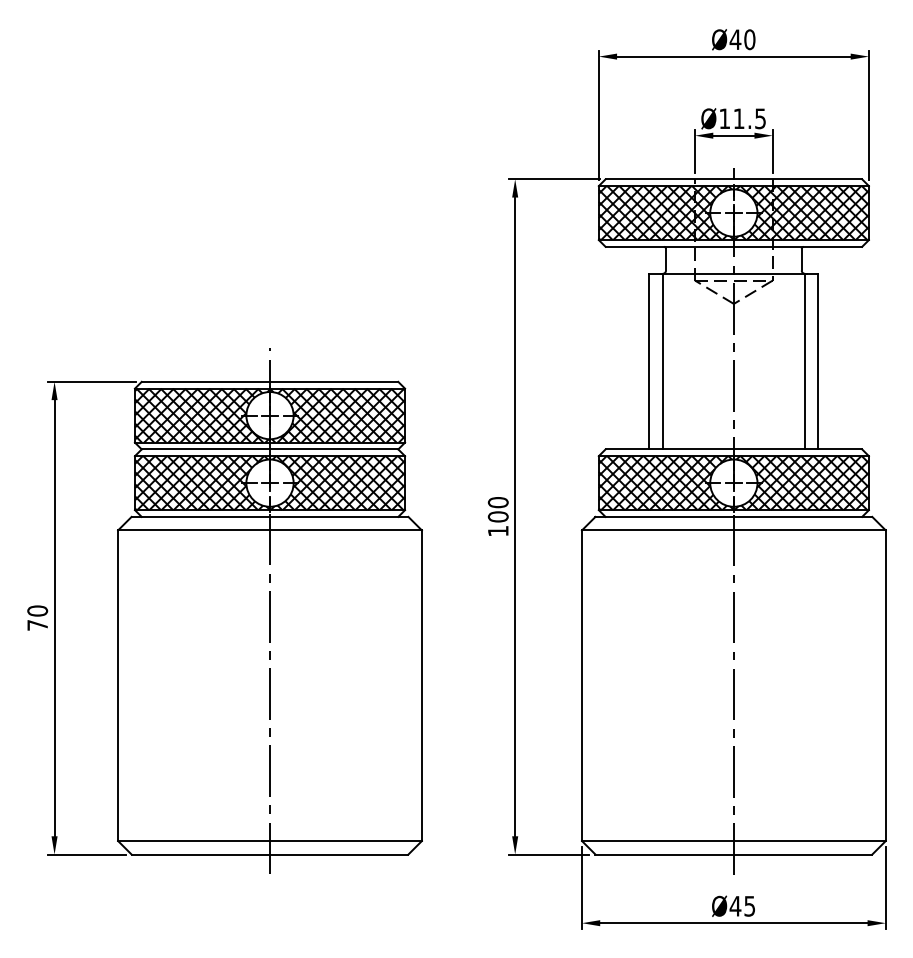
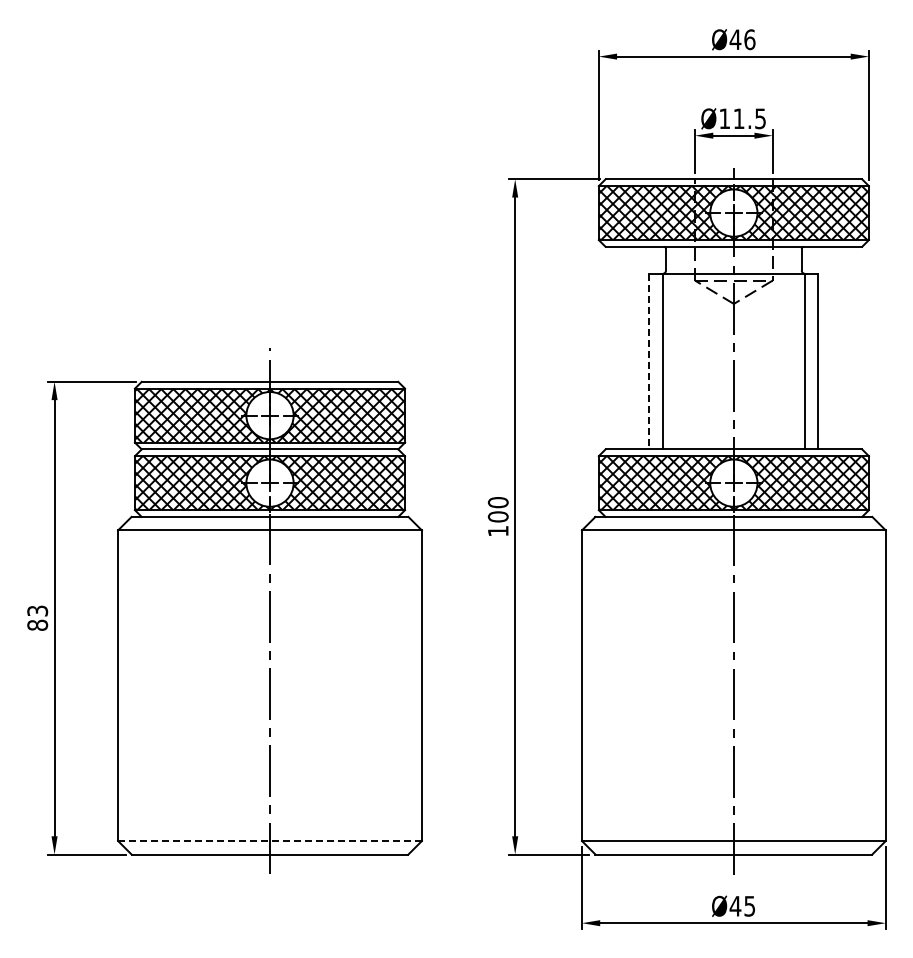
text at (749, 39): Ø40 -> Ø46
line at (649, 361): solid -> dashed
text at (37, 617): 70 -> 83
line at (270, 841): solid -> dashed
